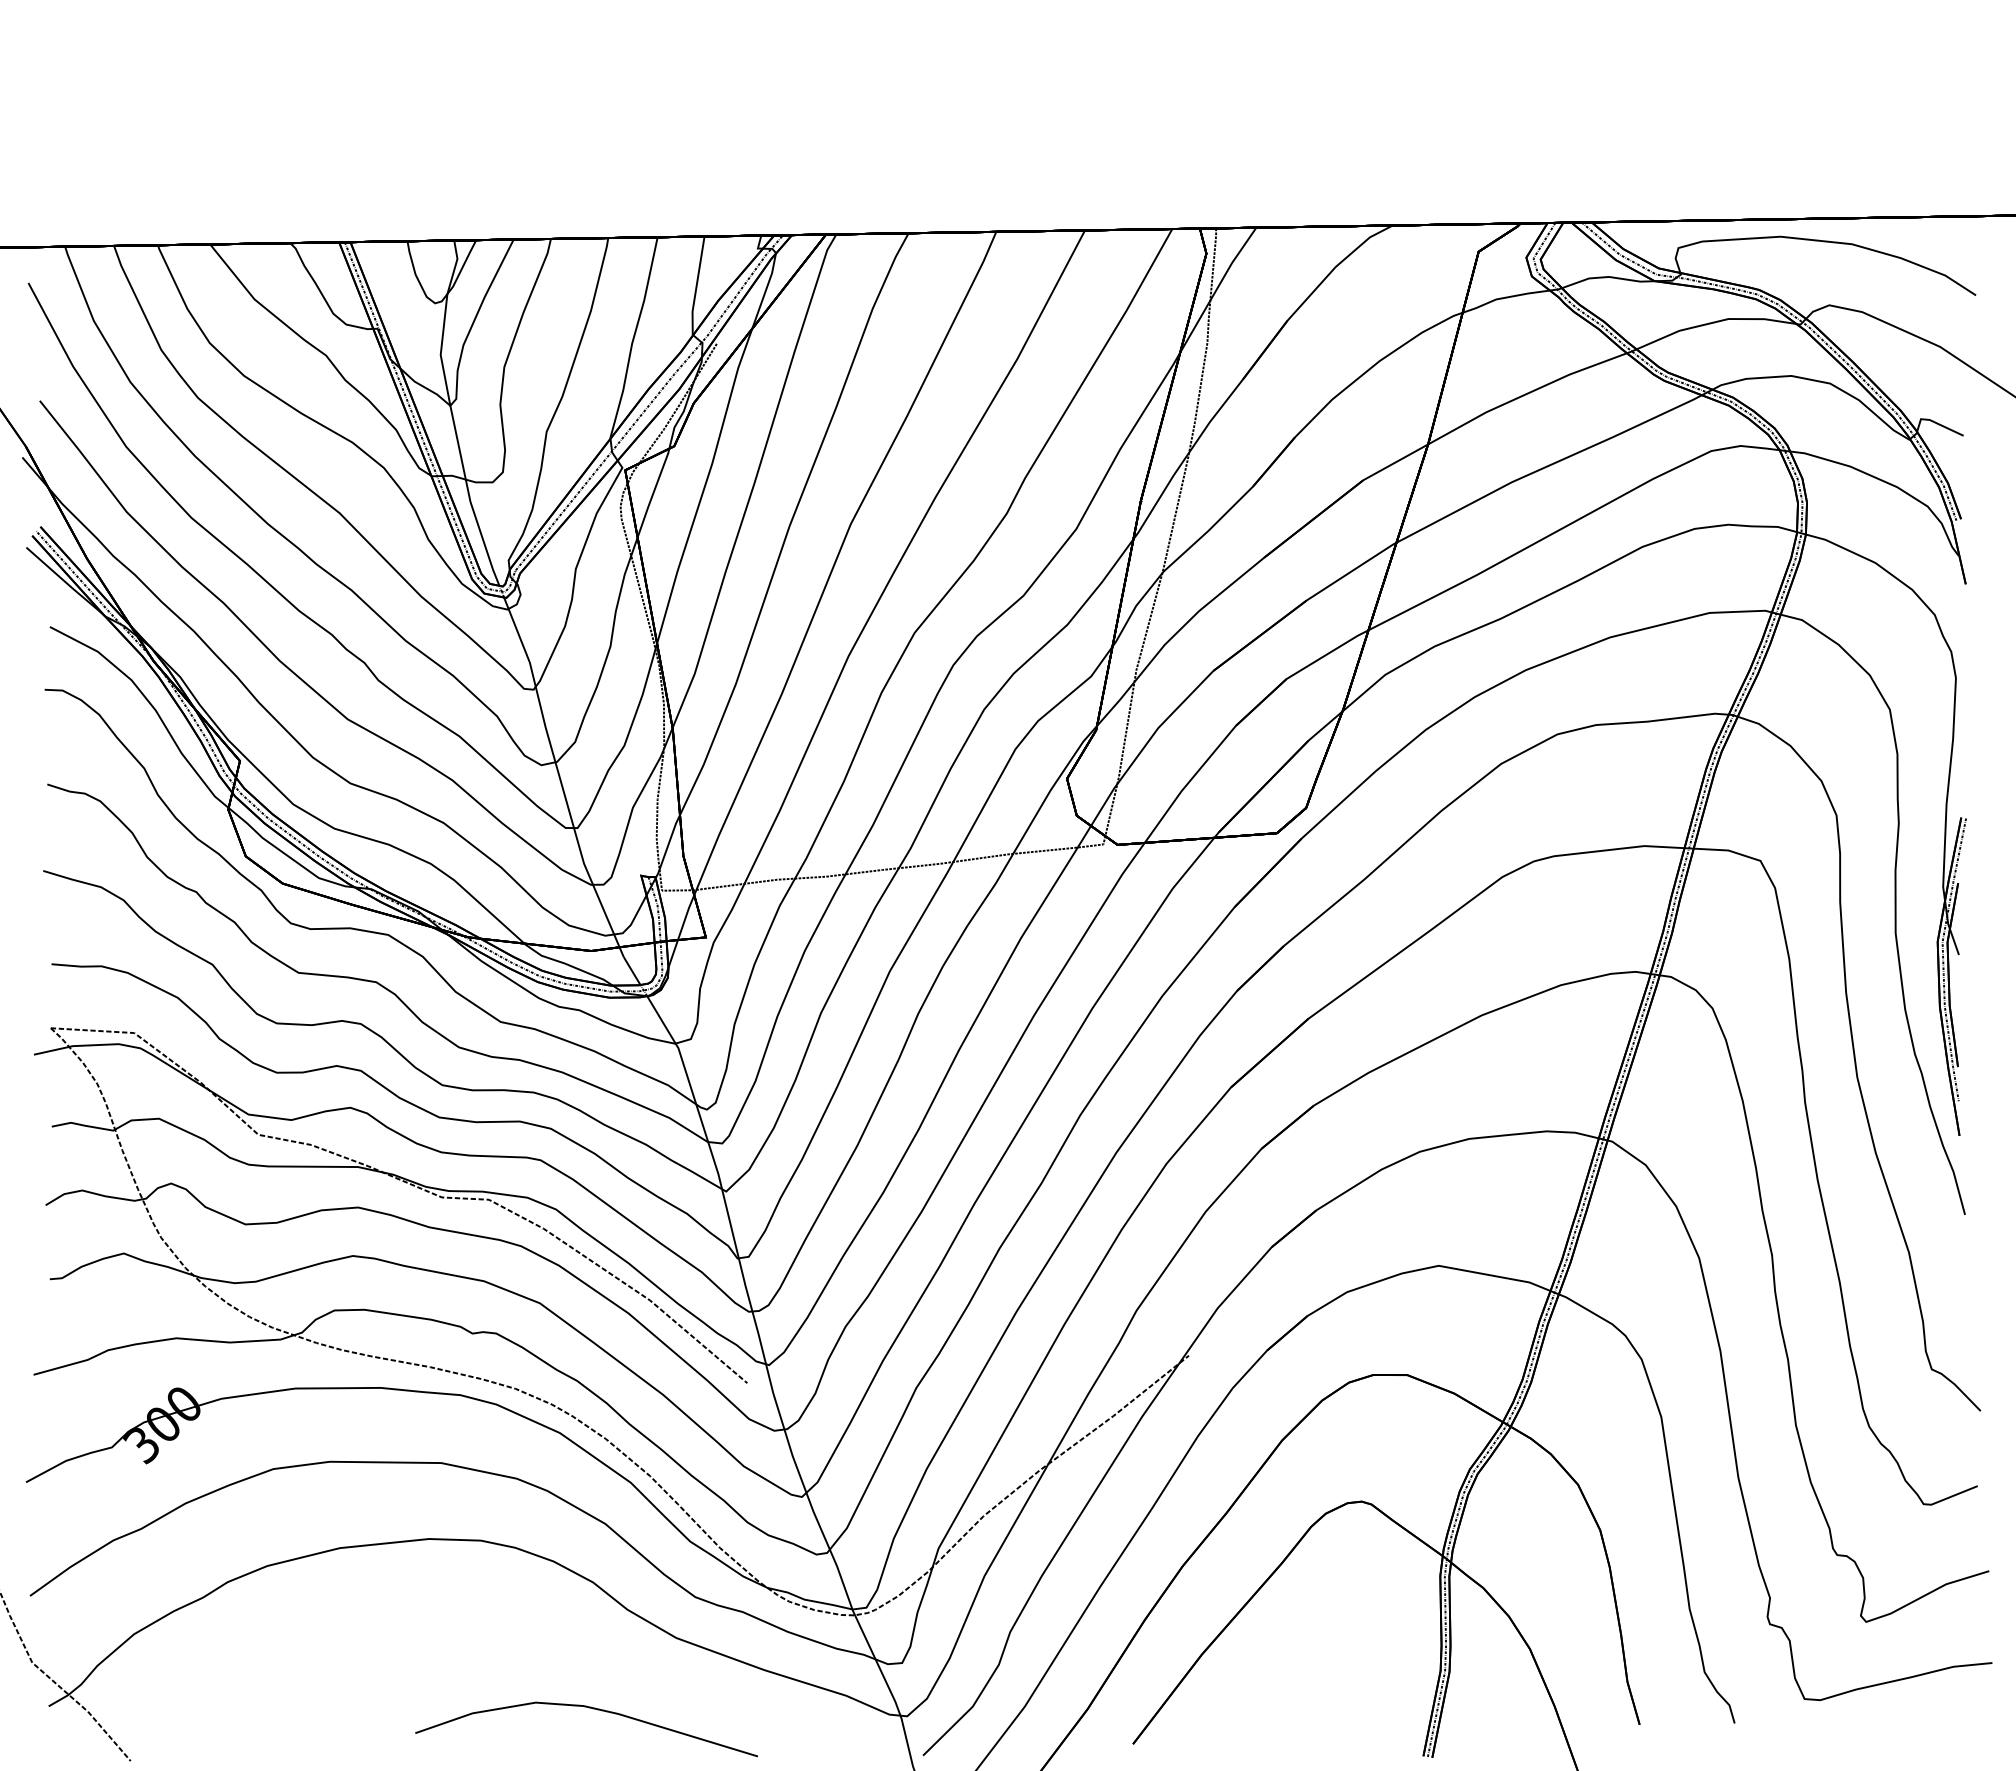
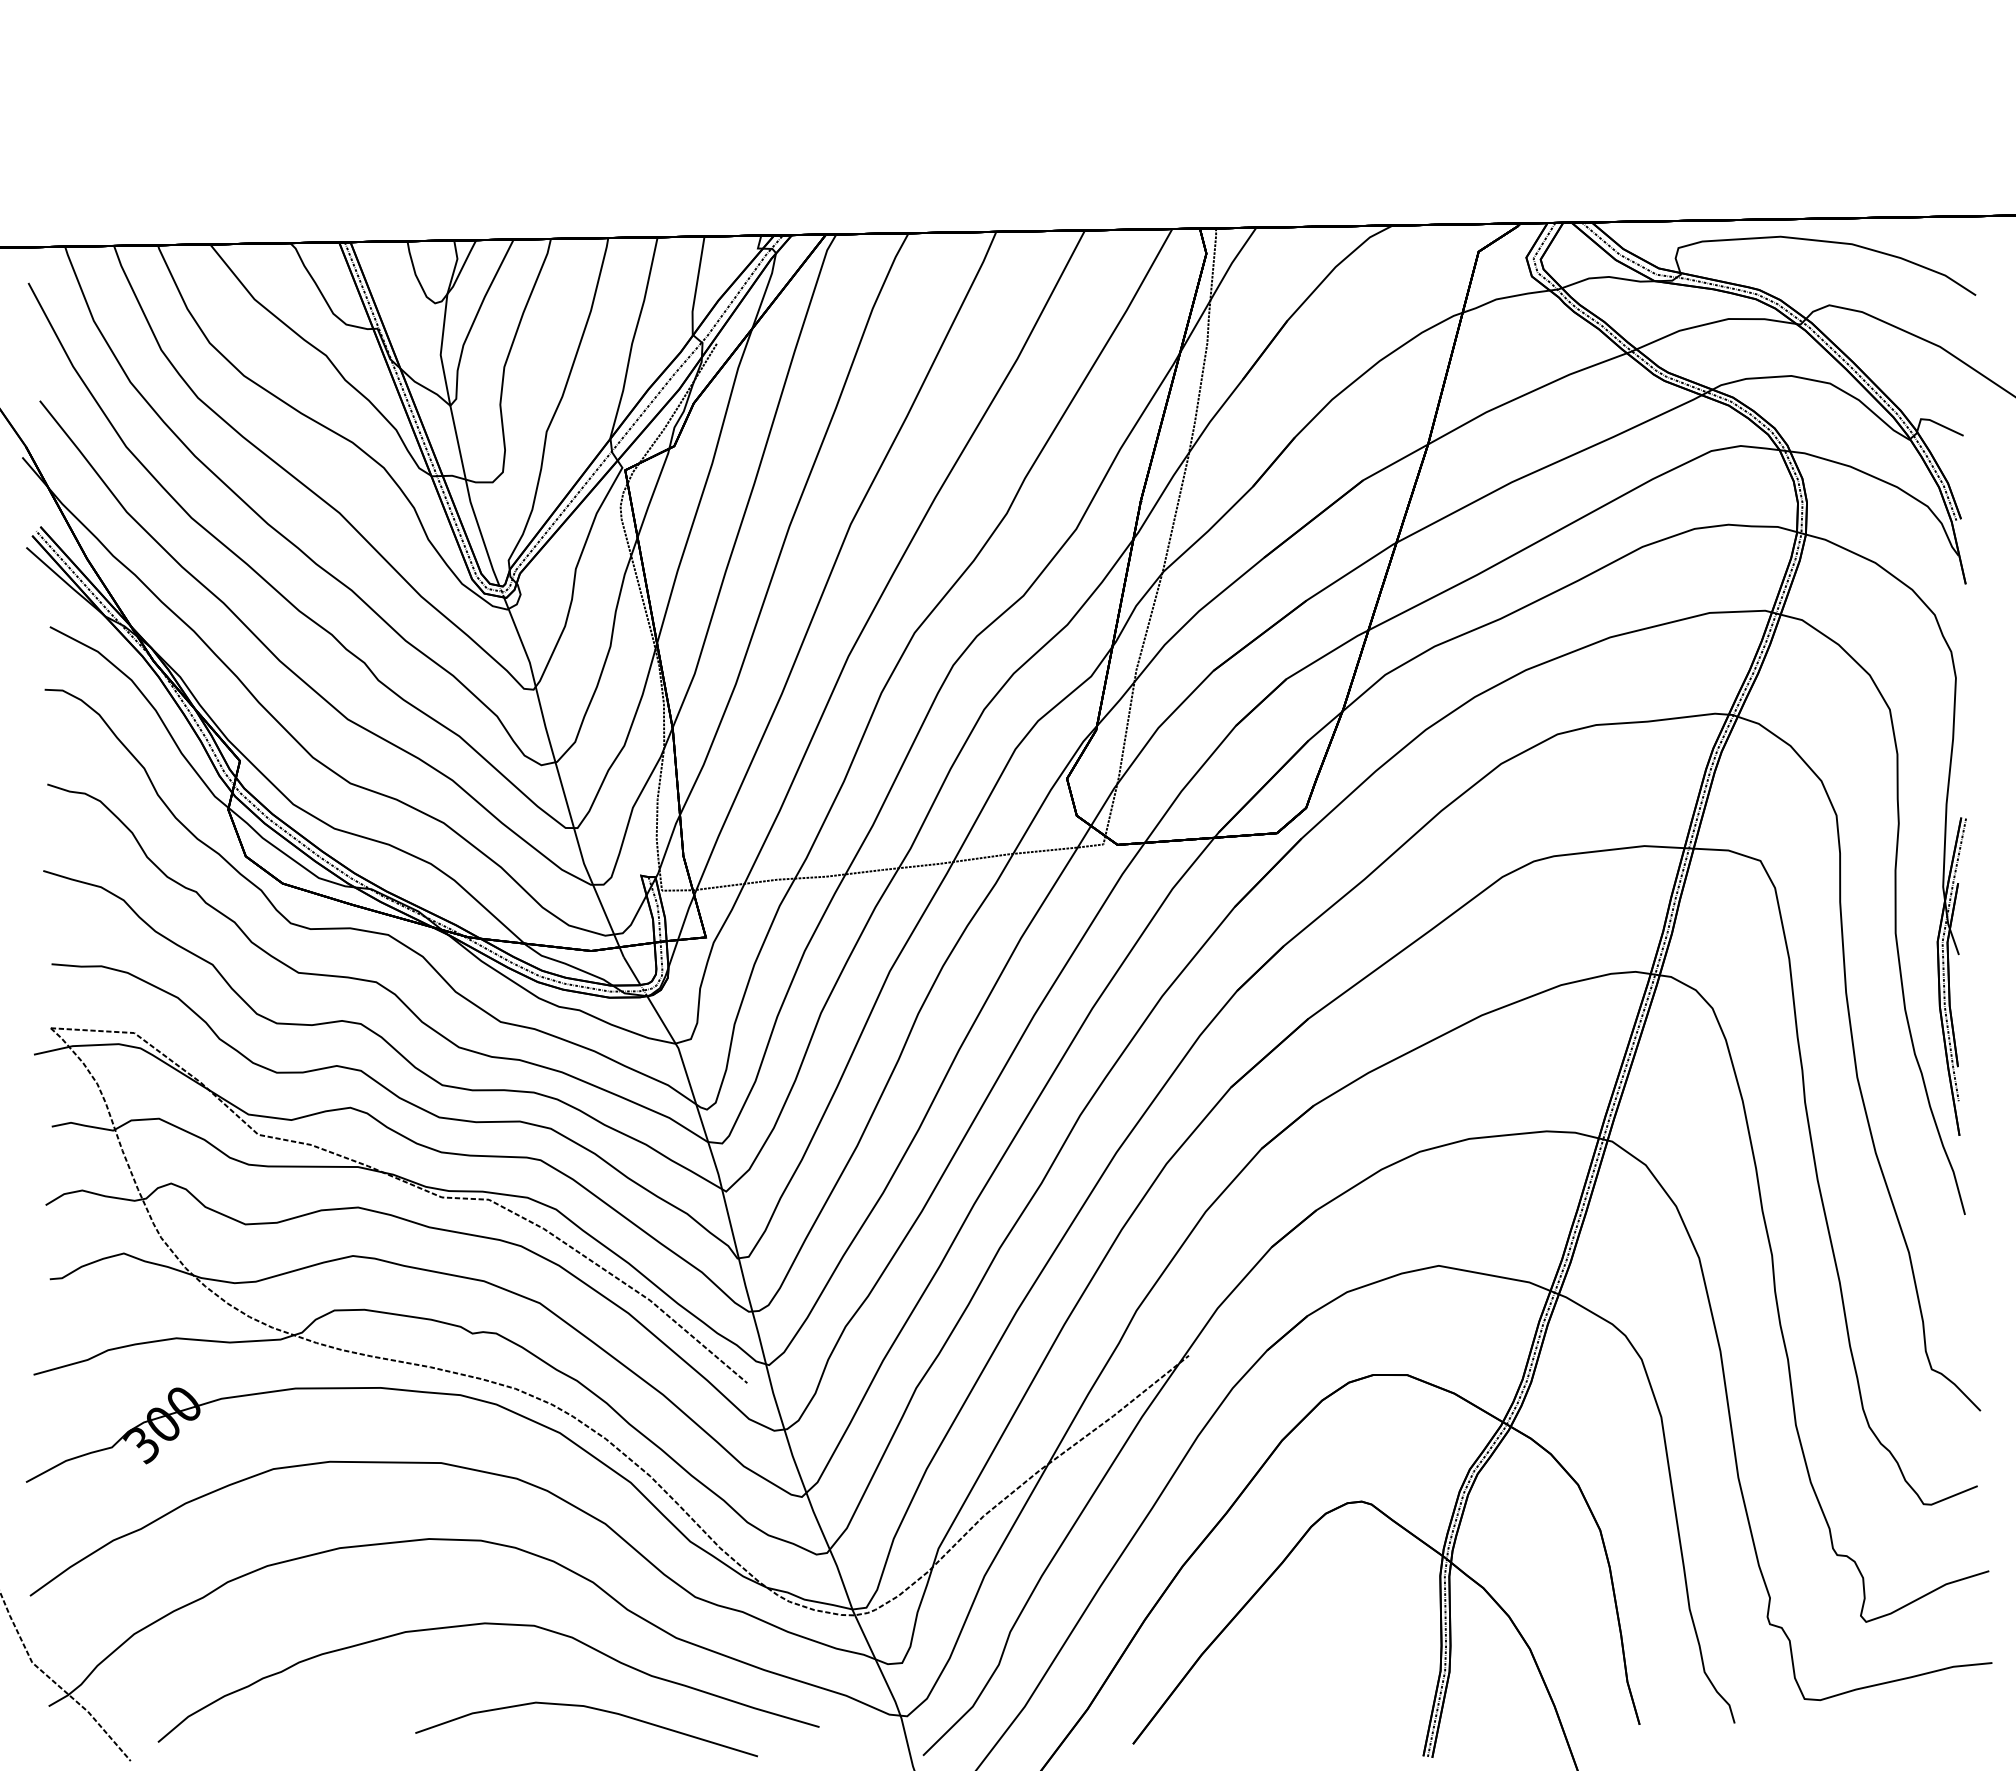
curve at (488, 1624): none -> present
